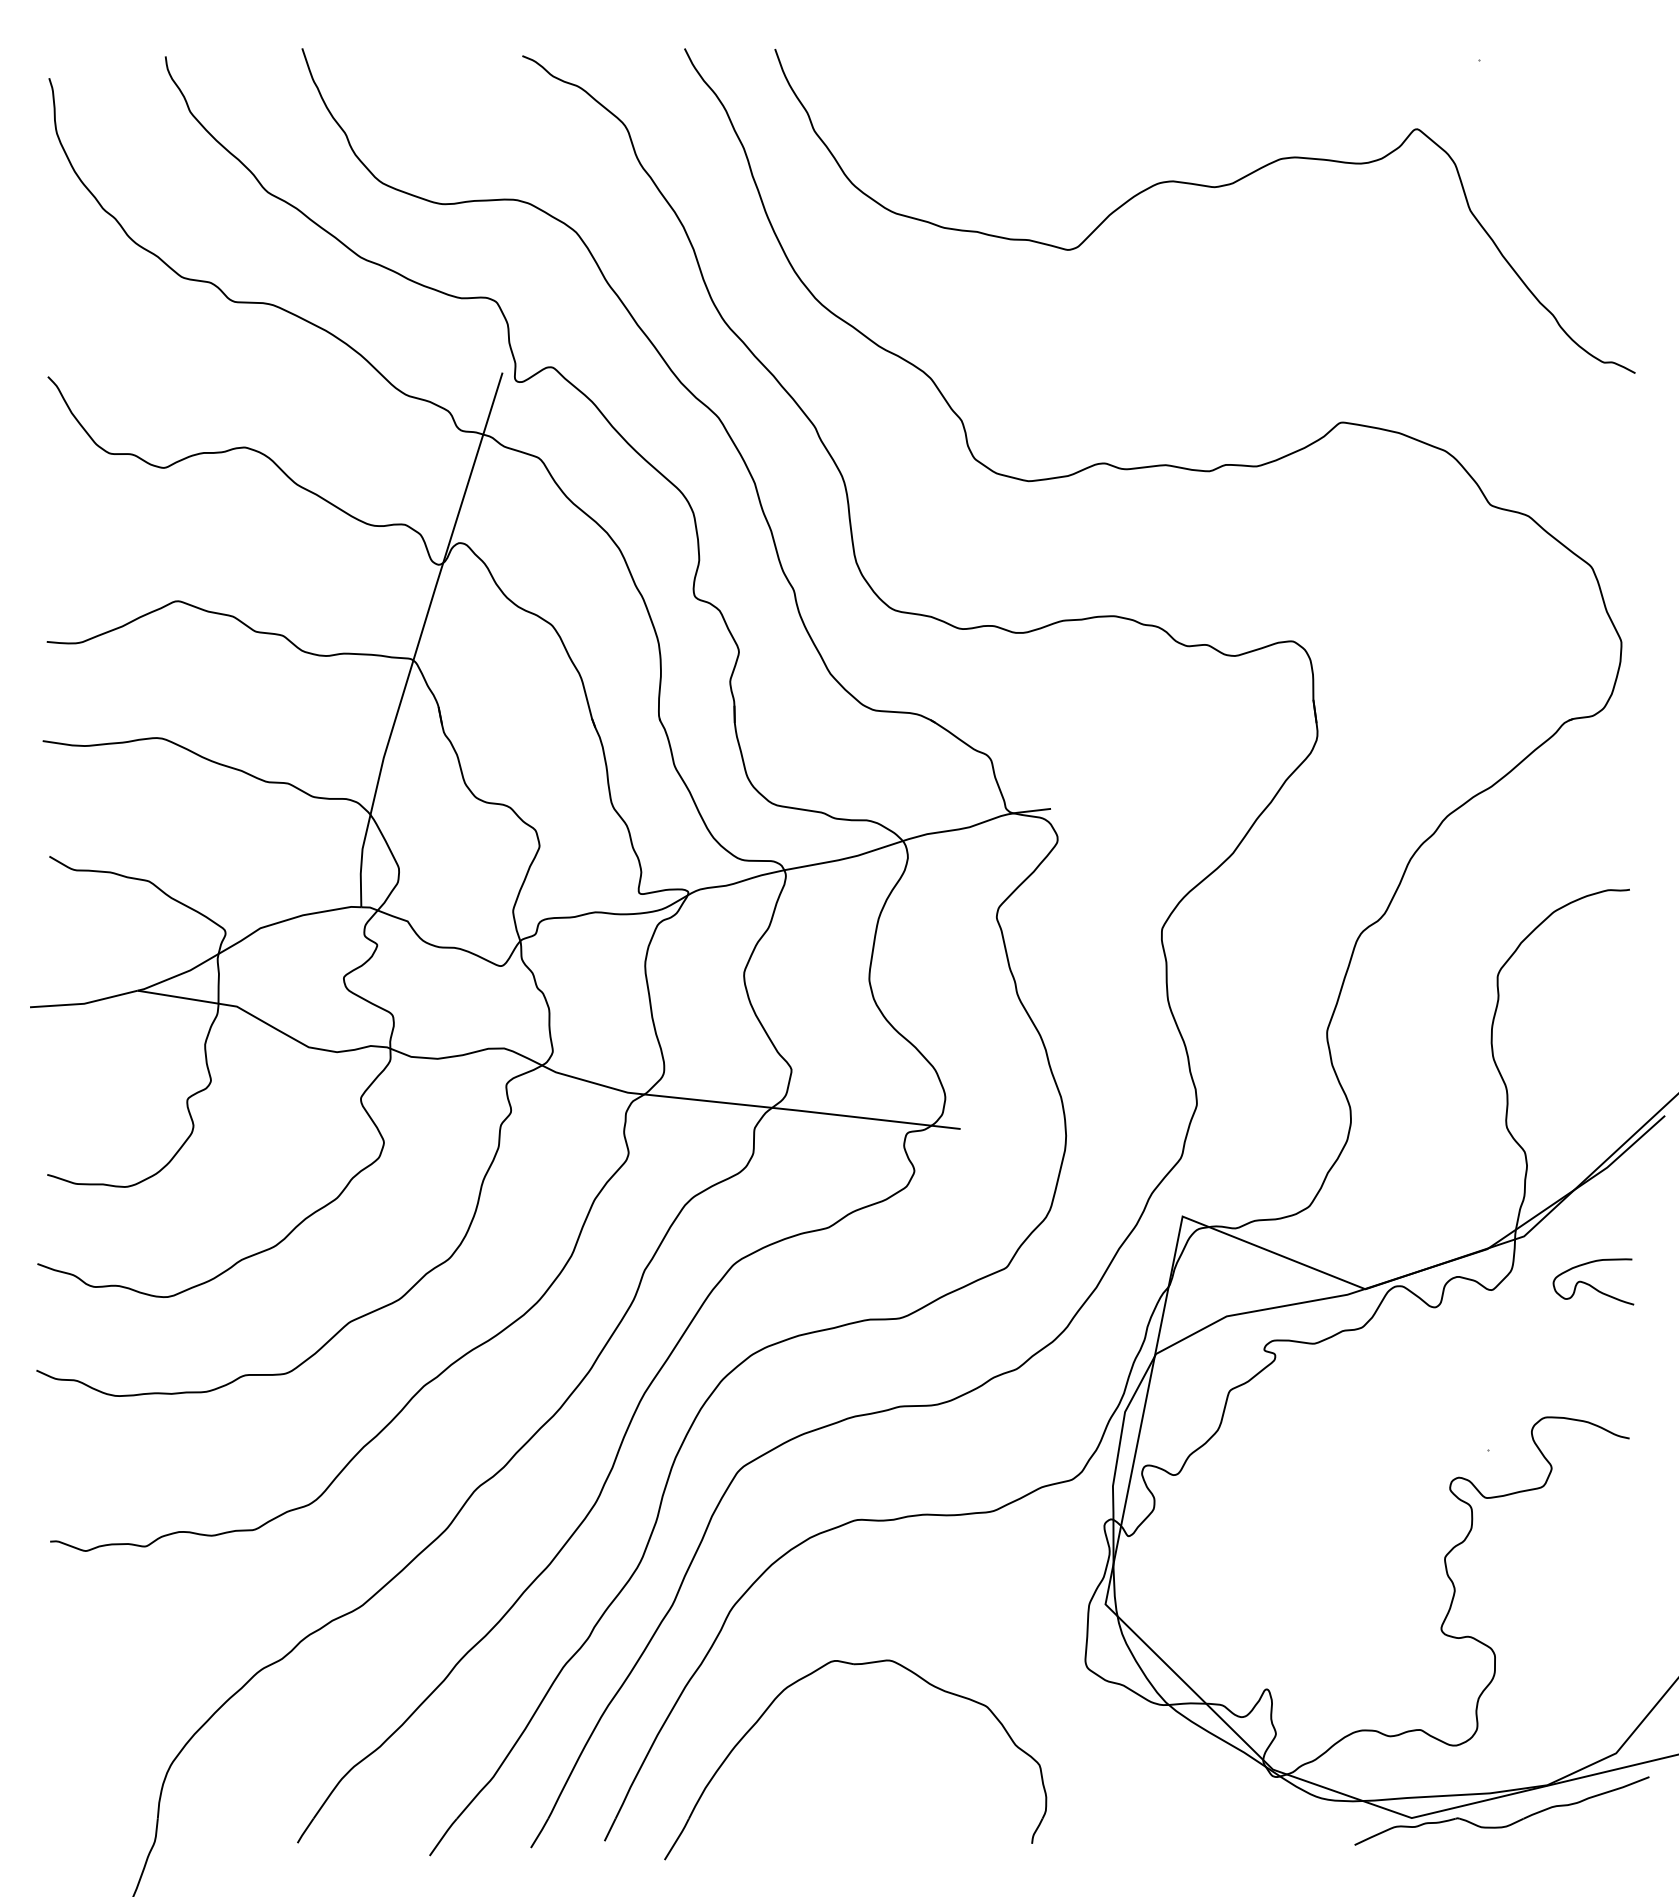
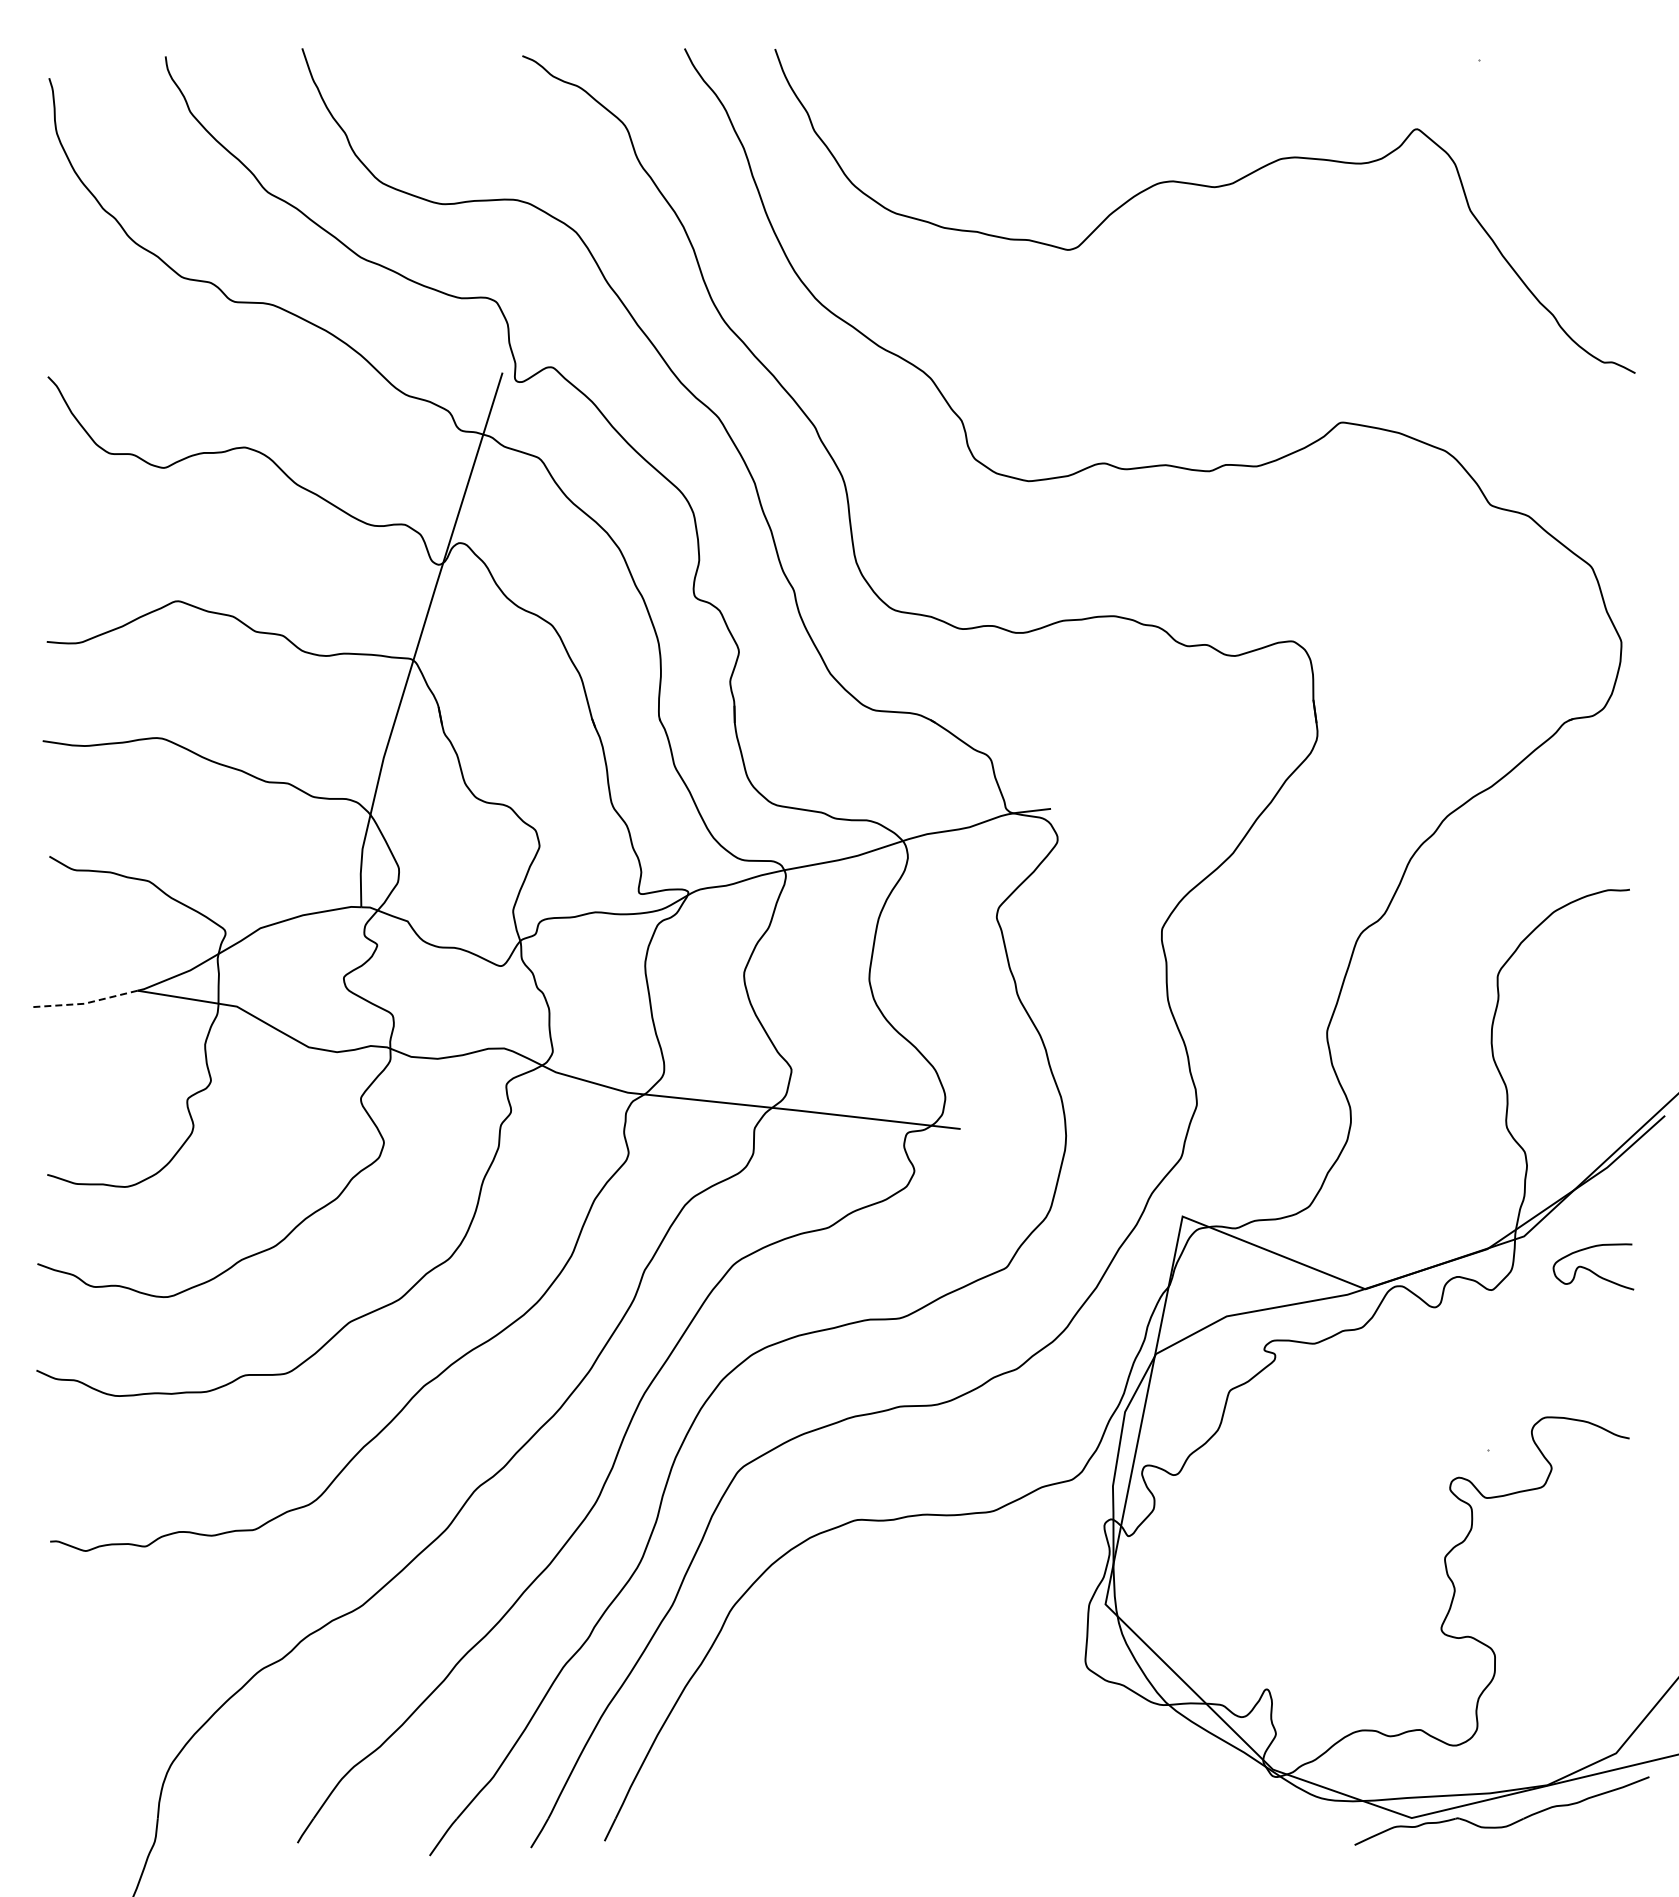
line at (84, 1003): solid -> dashed
curve at (1592, 1285) position: (1592, 1285) -> (1592, 1270)
part at (855, 1665): present -> none
